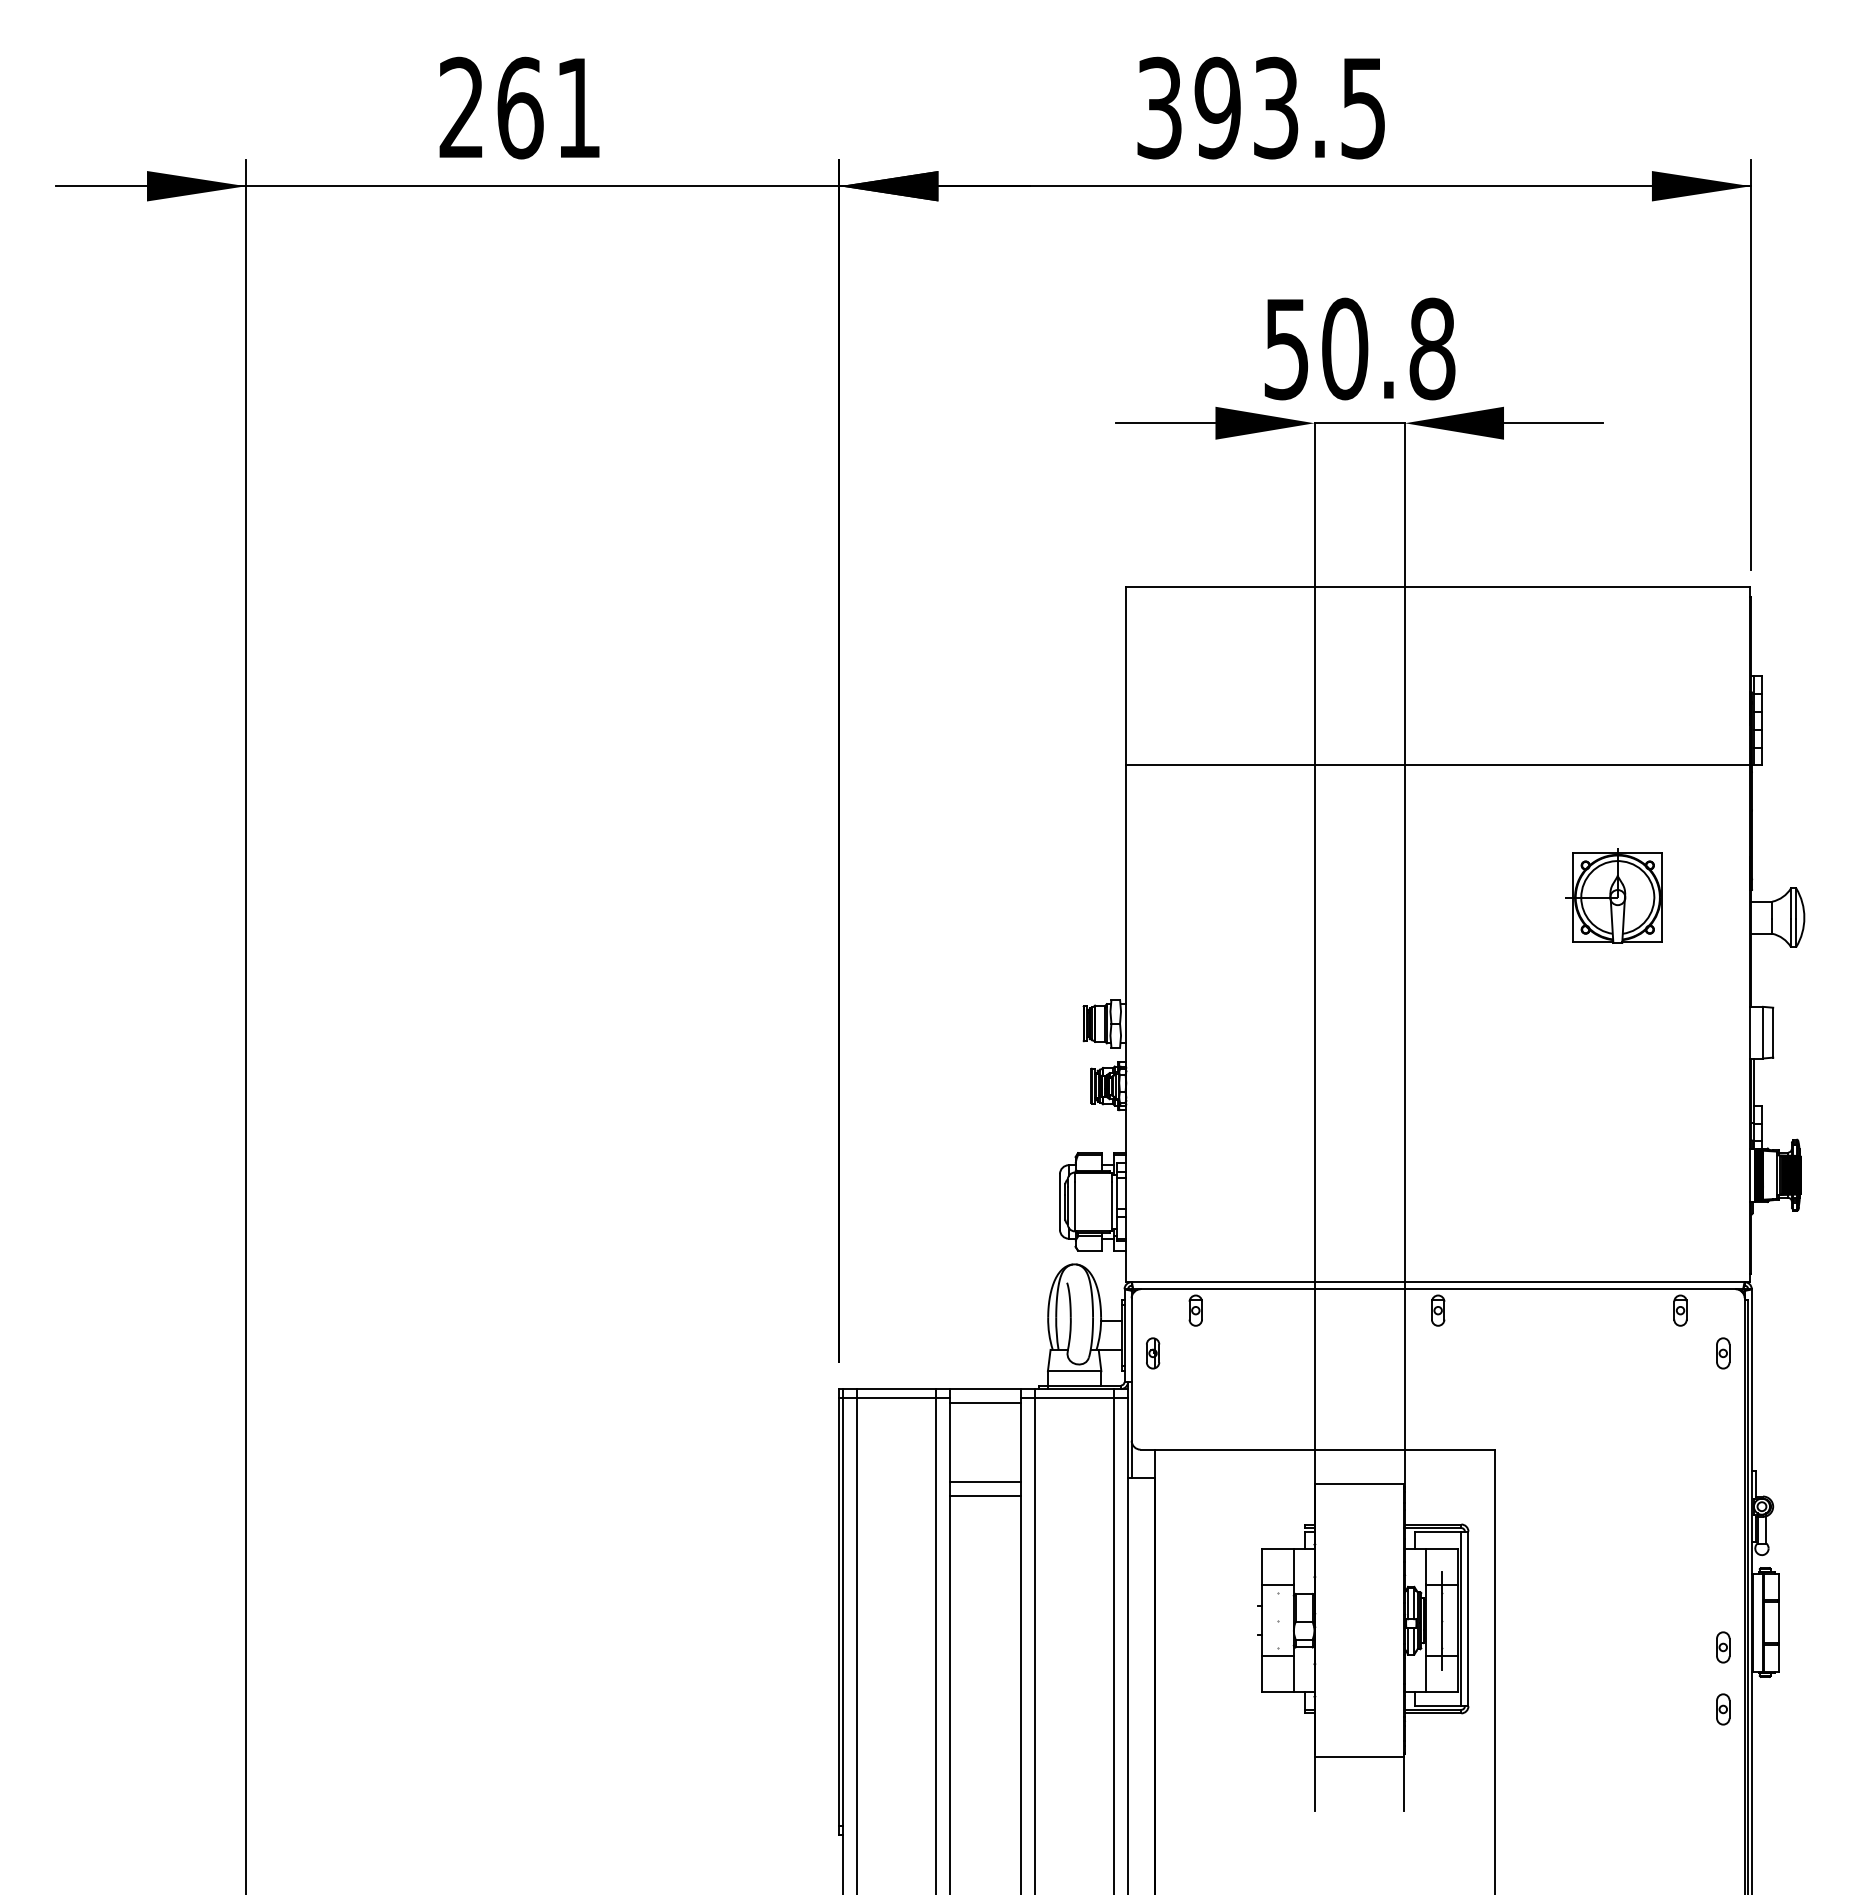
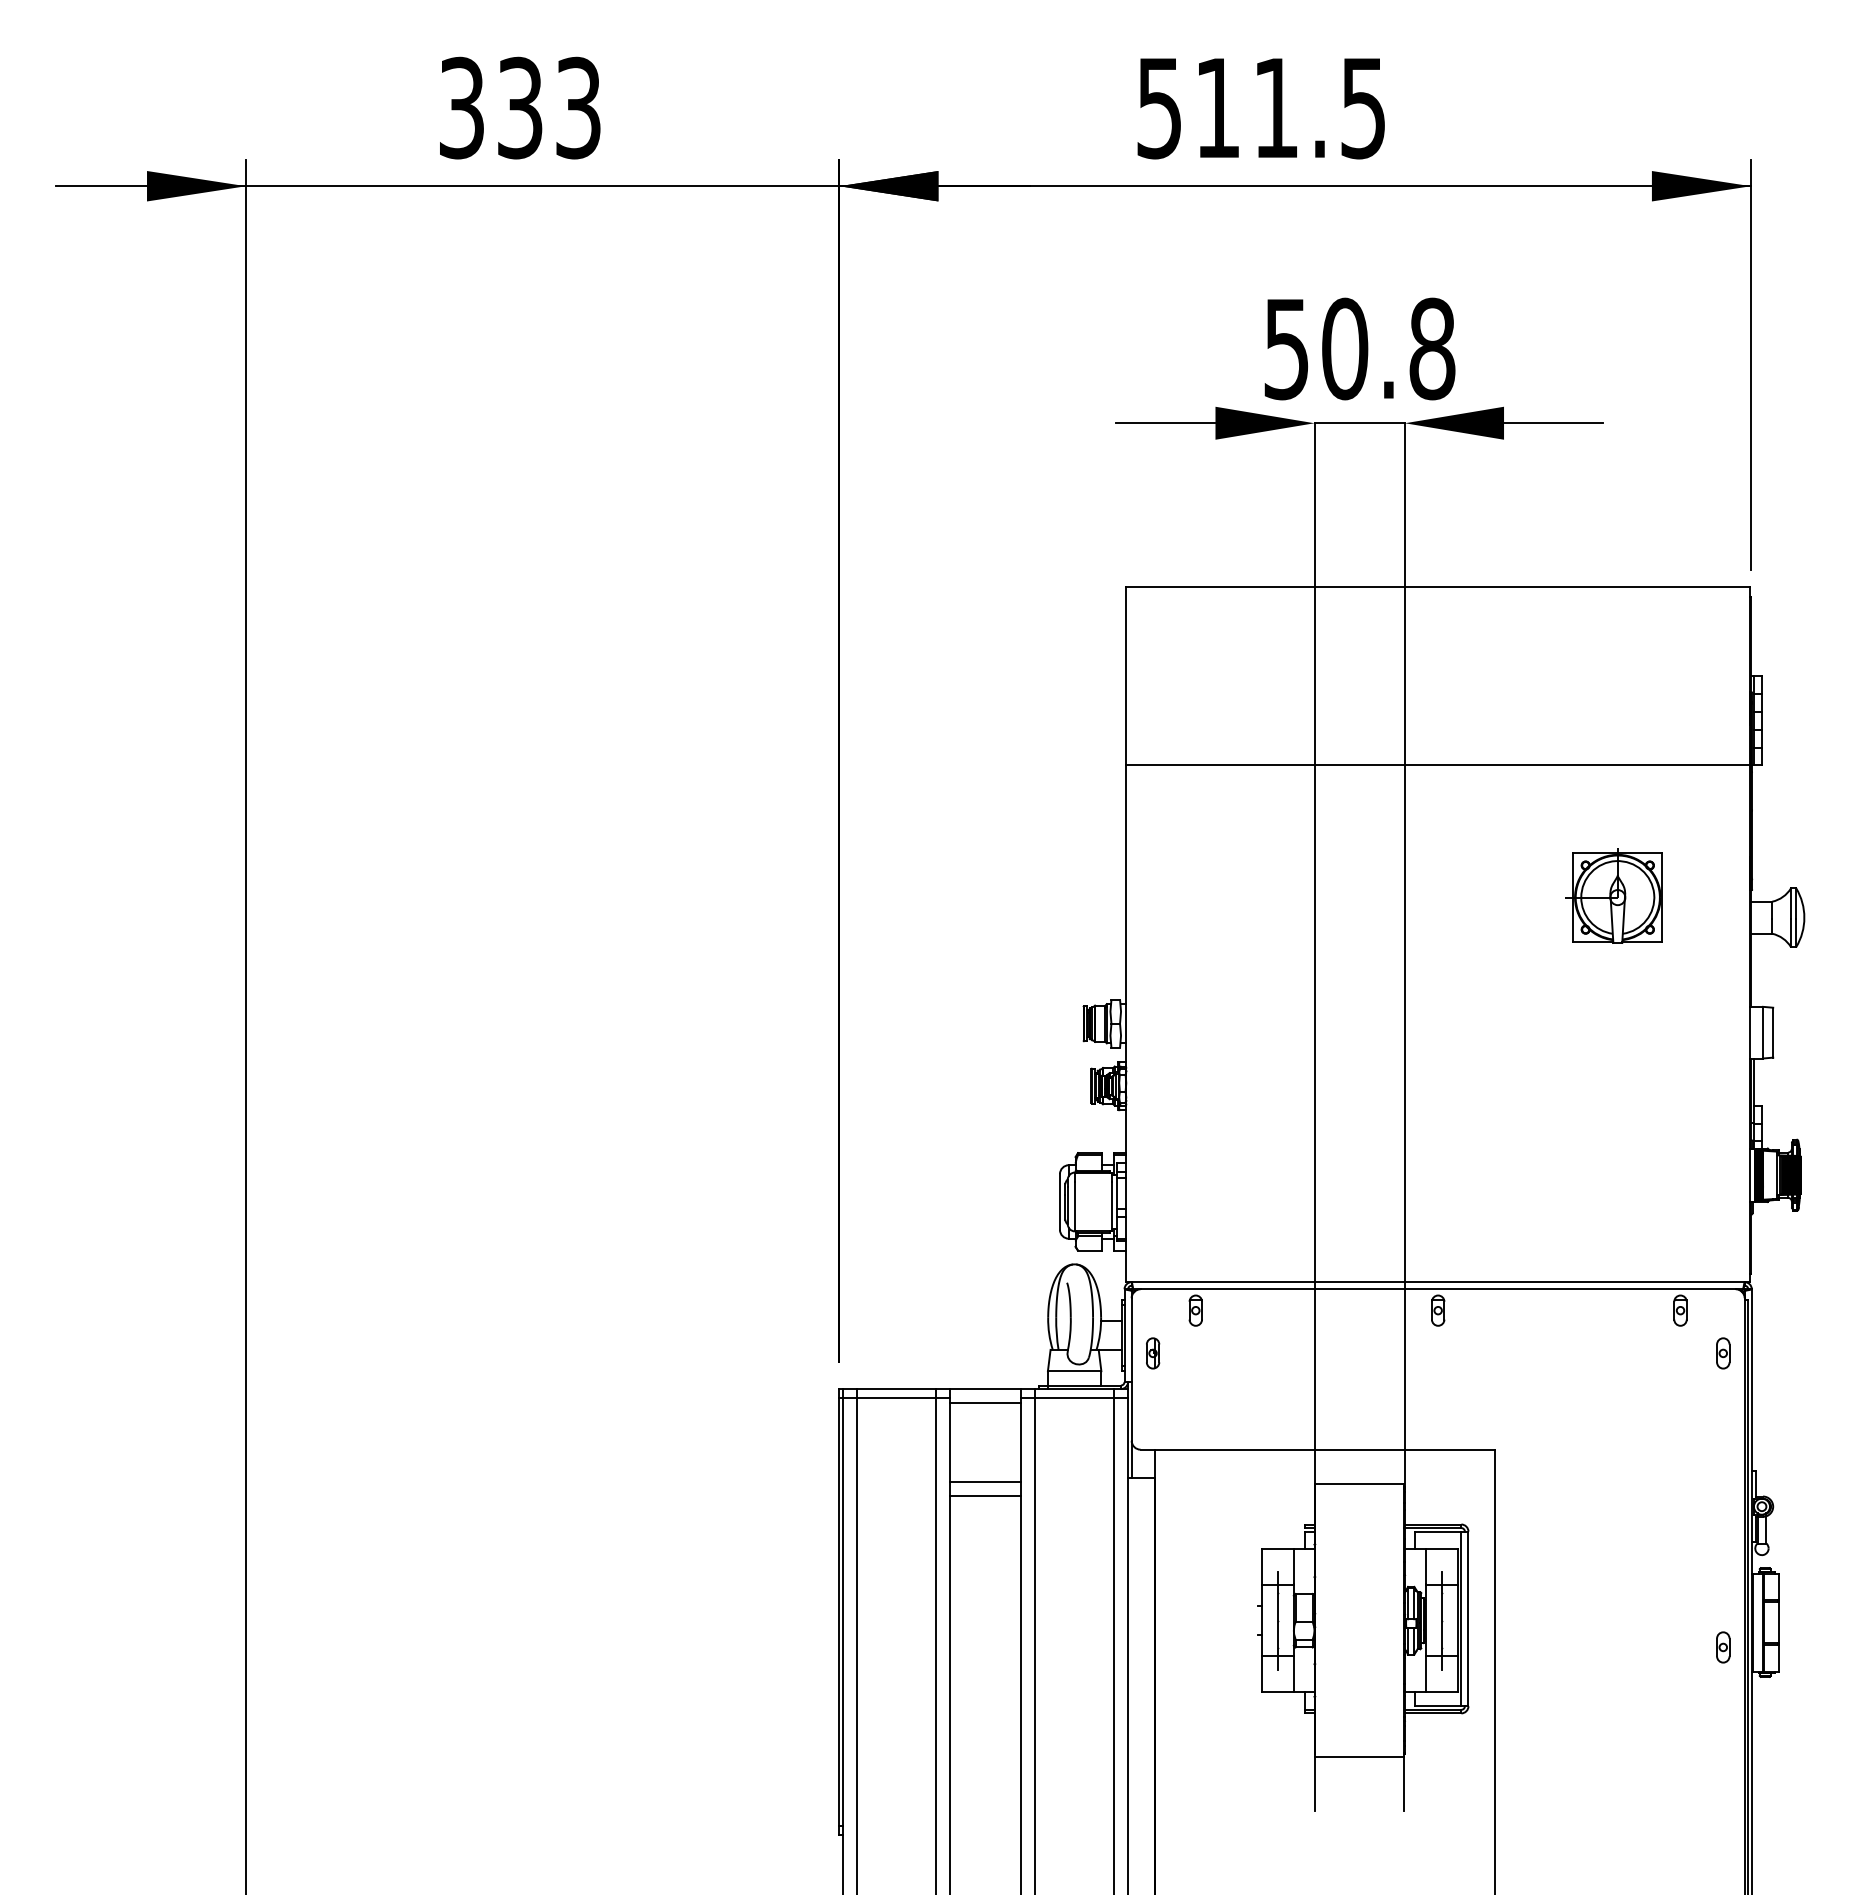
text at (519, 107): 261 -> 333
text at (1217, 107): 393.5 -> 511.5
line at (1277, 1620): none -> present
part at (1723, 1709): present -> none
